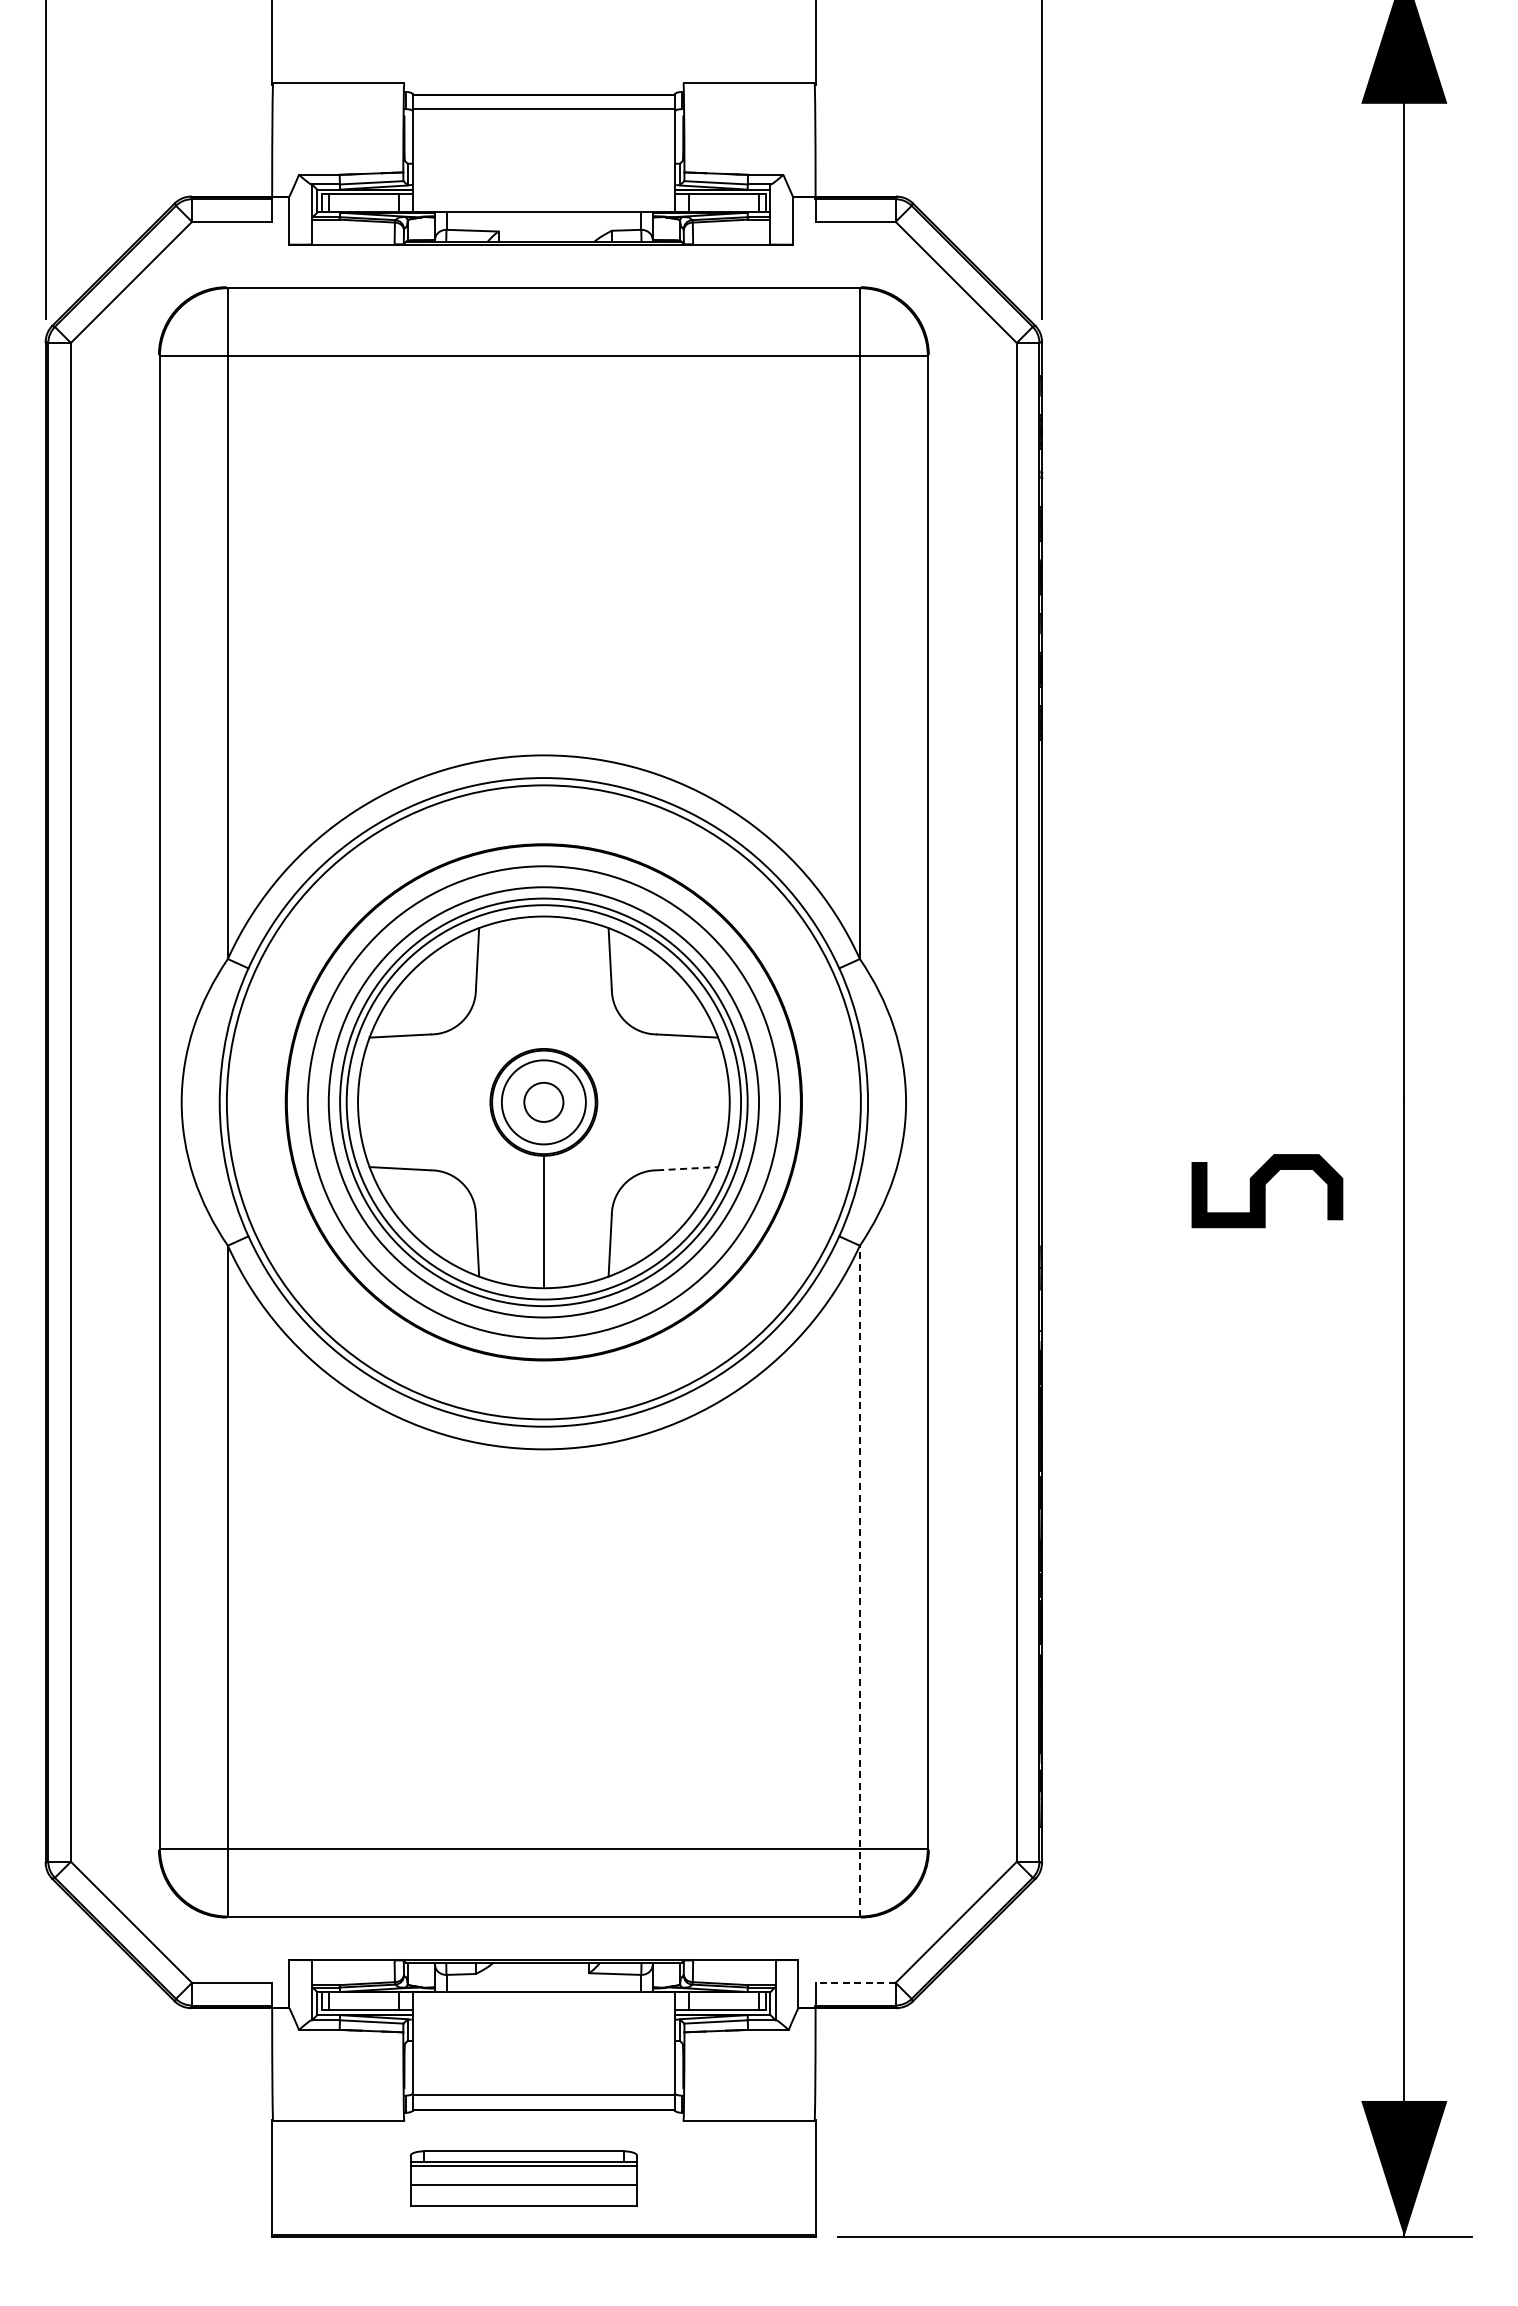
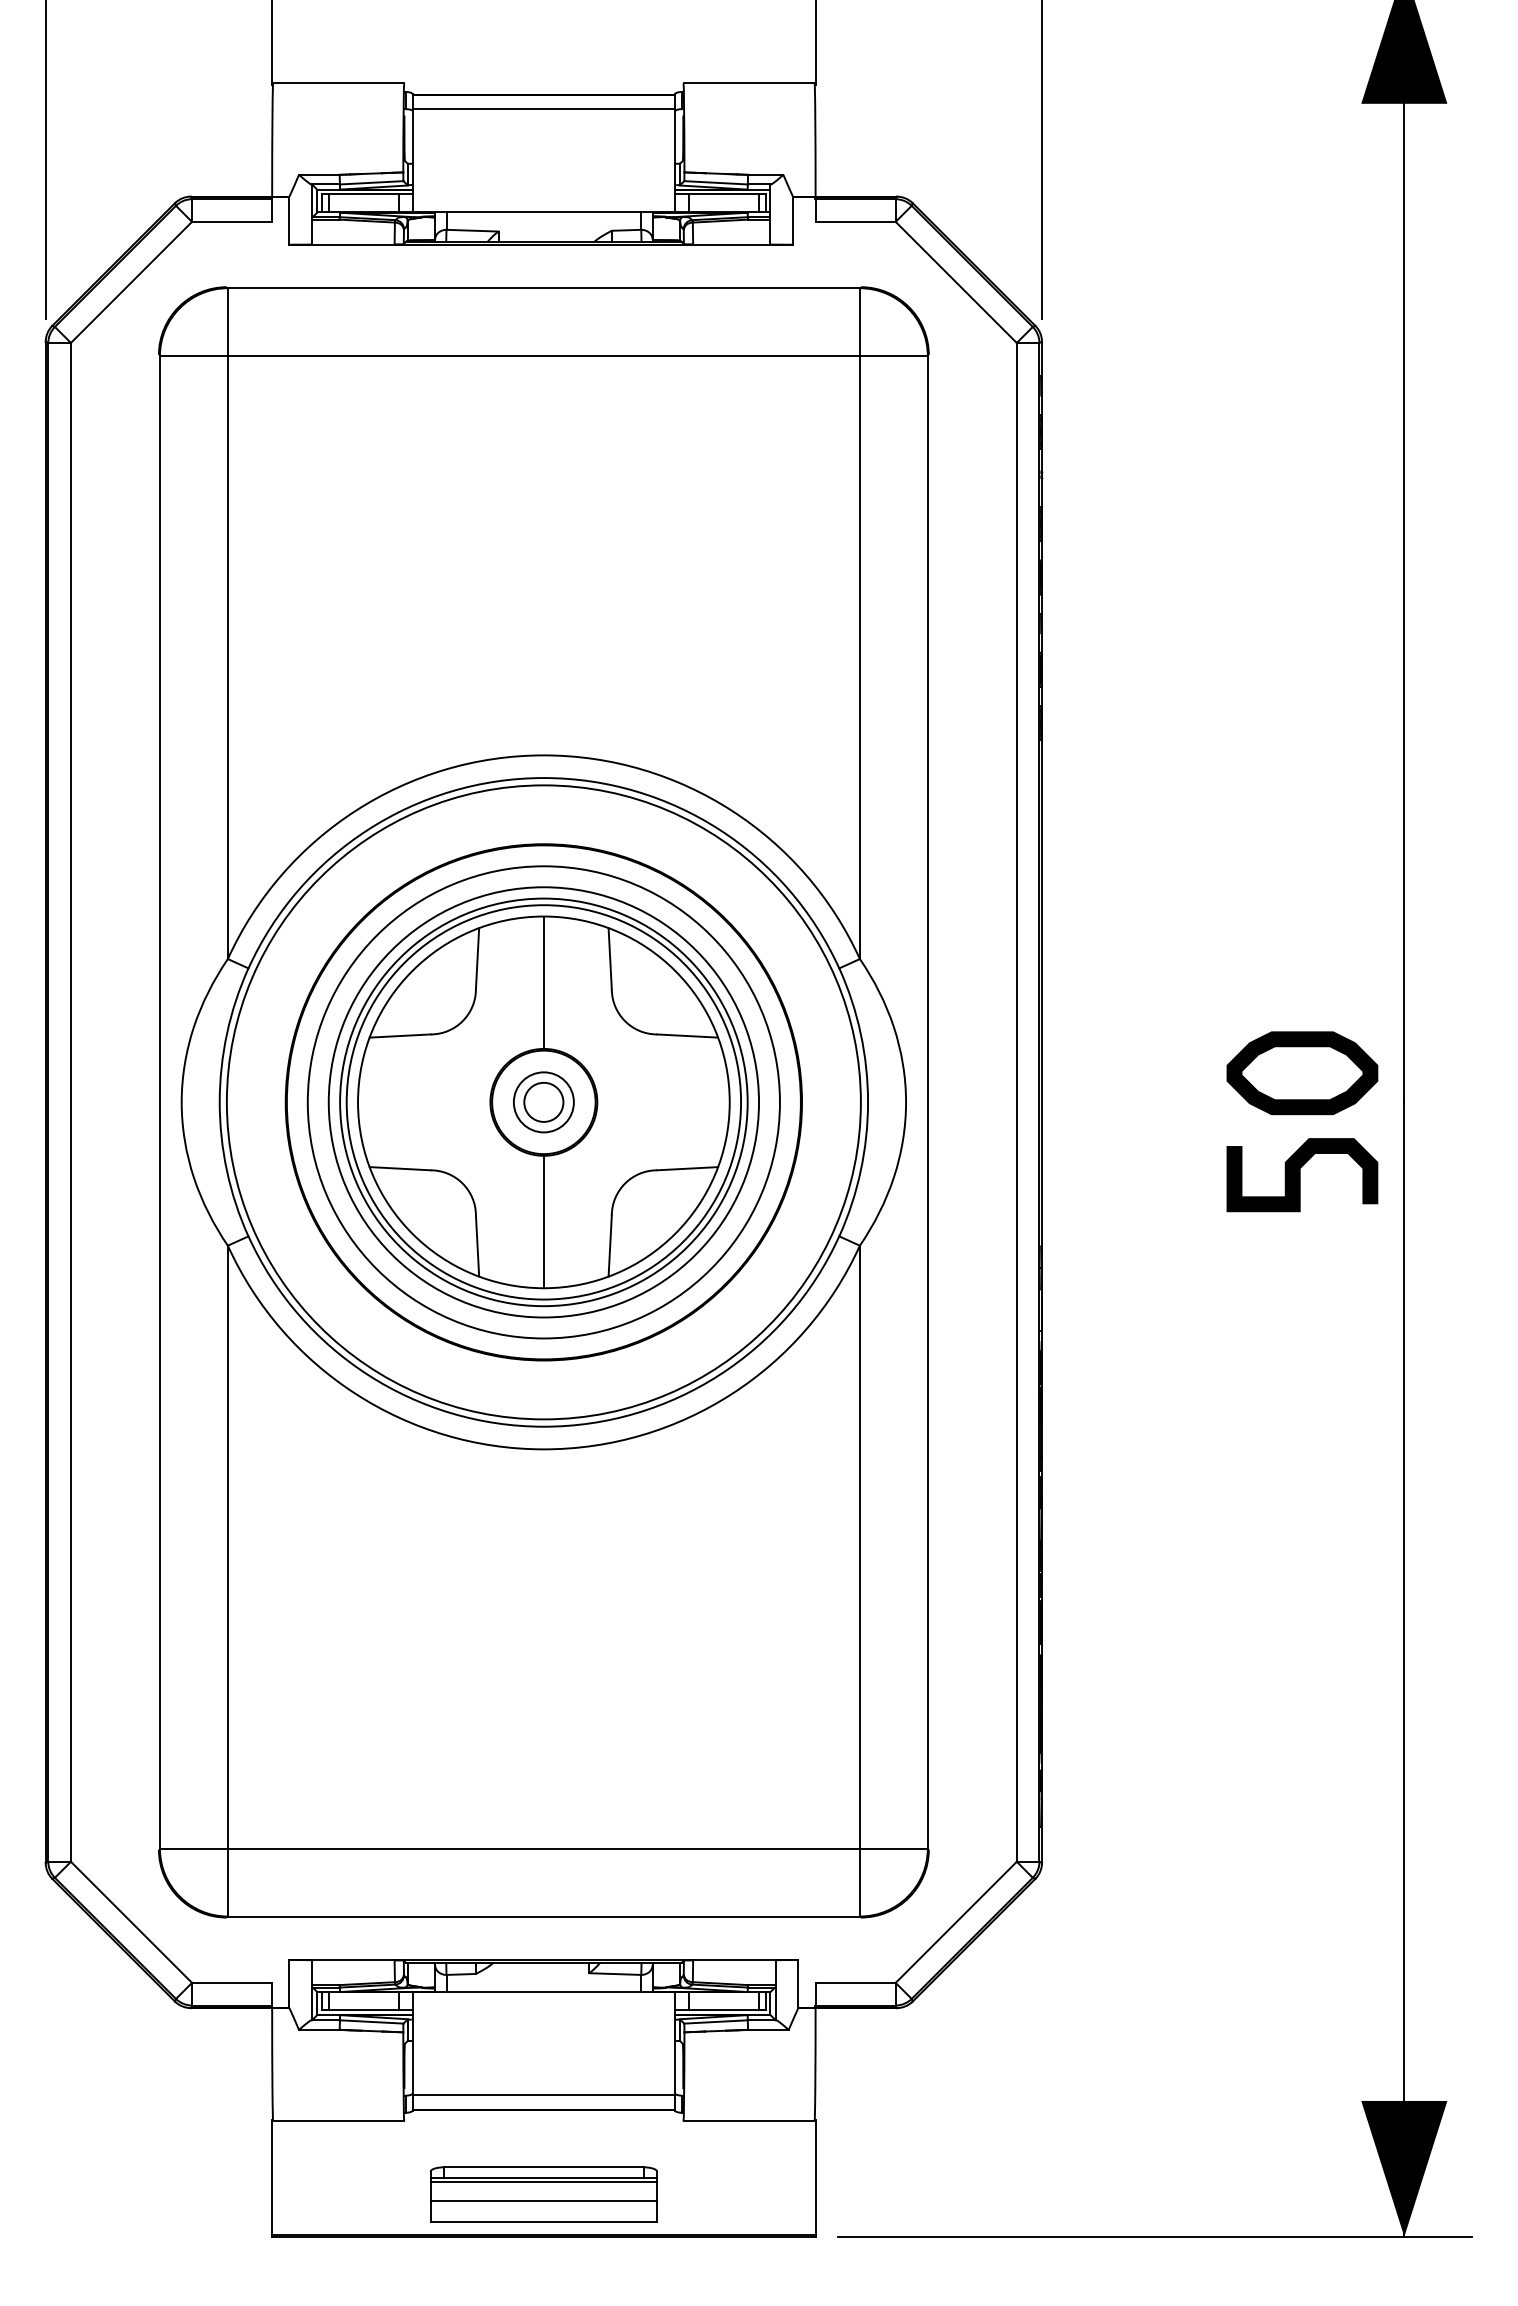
line at (543, 982): none -> present
part at (1302, 1073): none -> present
circle at (543, 1102) diameter: 84 px -> 60 px
line at (687, 1168): dashed -> solid
curve at (1265, 1191) position: (1265, 1191) -> (1300, 1175)
line at (859, 1580): dashed -> solid
line at (855, 1982): dashed -> solid
part at (523, 2178) position: (523, 2178) -> (543, 2194)
